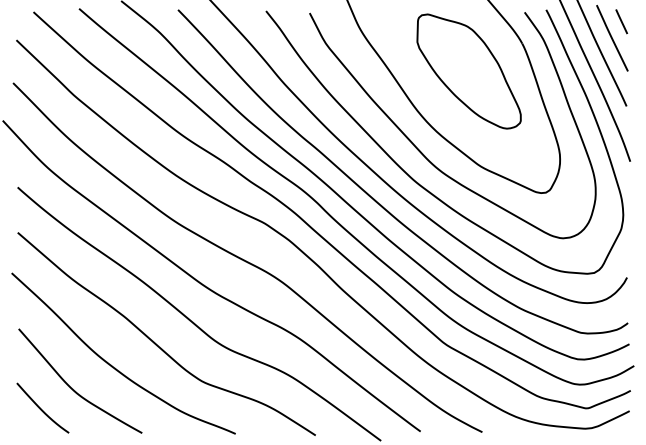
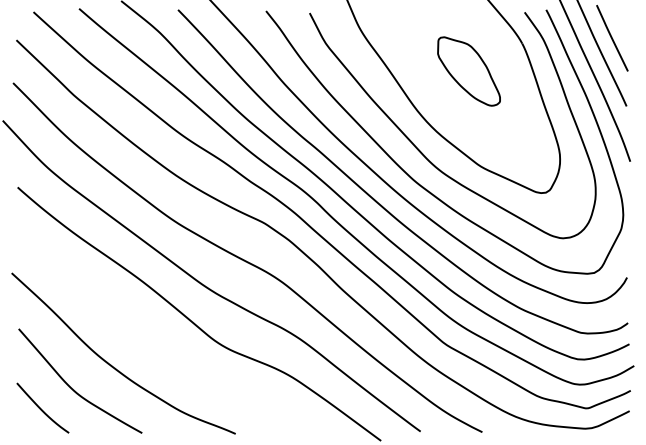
line at (621, 21): present -> none
part at (468, 71) size: 106x117 px -> 64x71 px
curve at (156, 343): present -> none
